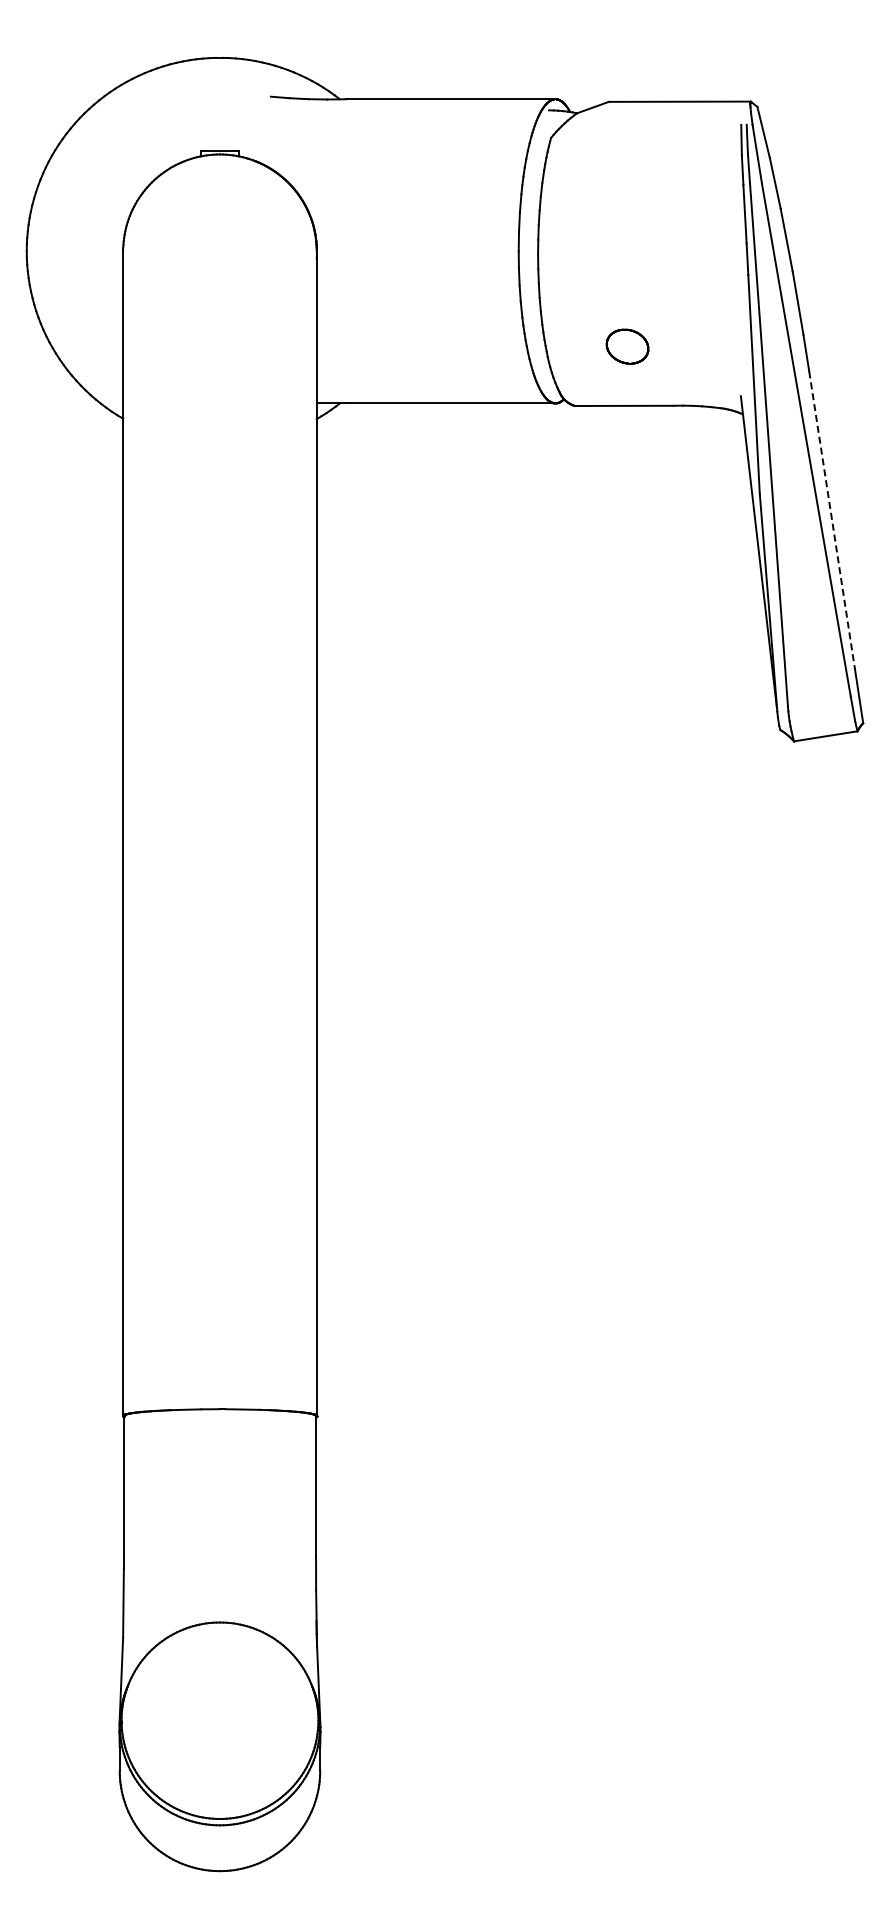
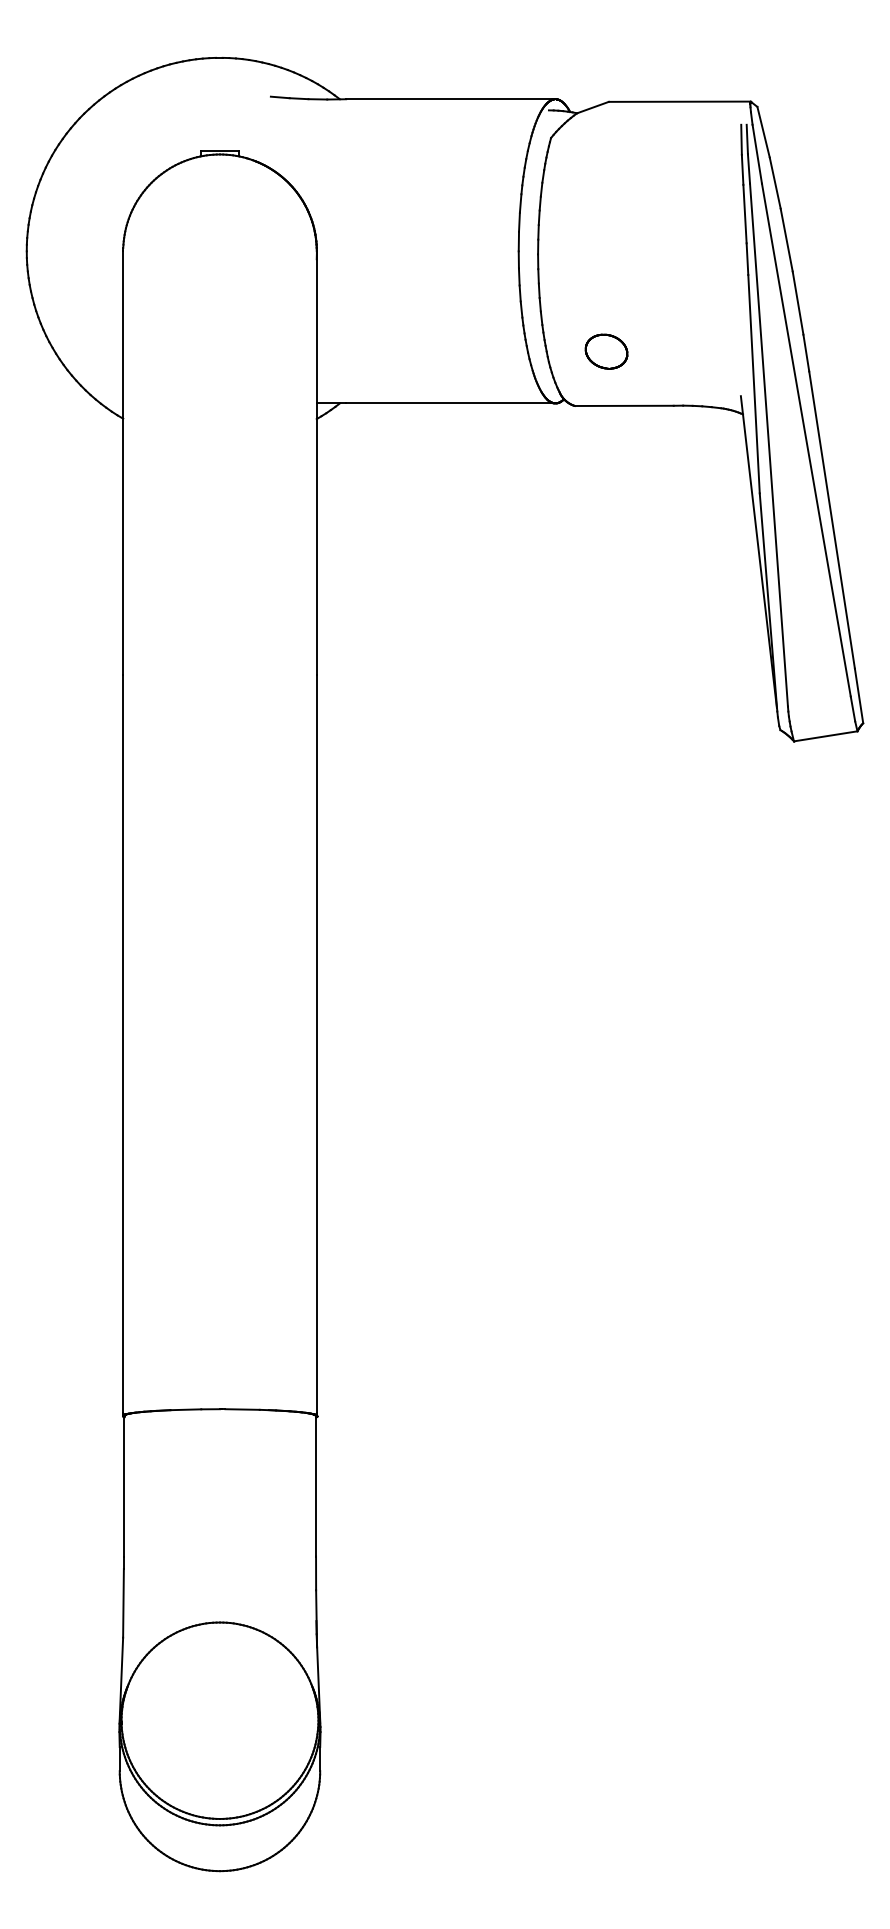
part at (627, 346) position: (627, 346) -> (606, 351)
line at (832, 520): dashed -> solid
